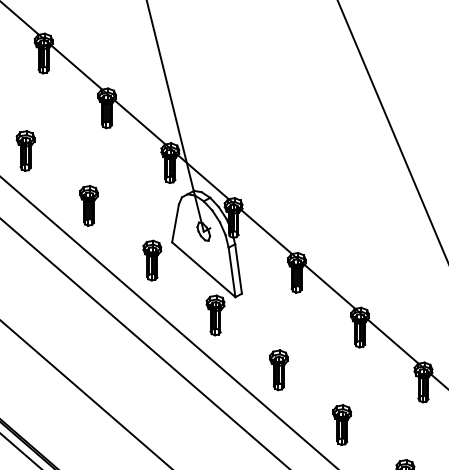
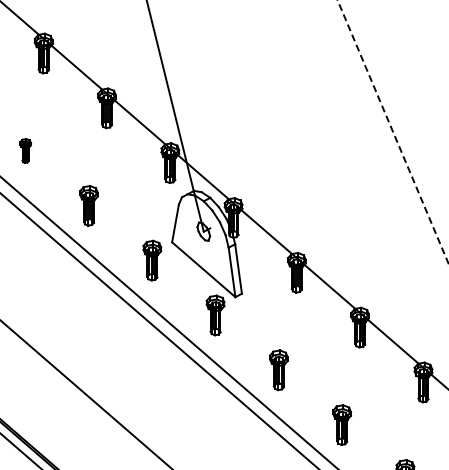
line at (393, 131): solid -> dashed
part at (25, 150) size: 21x42 px -> 13x26 px
line at (144, 343) position: (144, 343) -> (159, 330)
